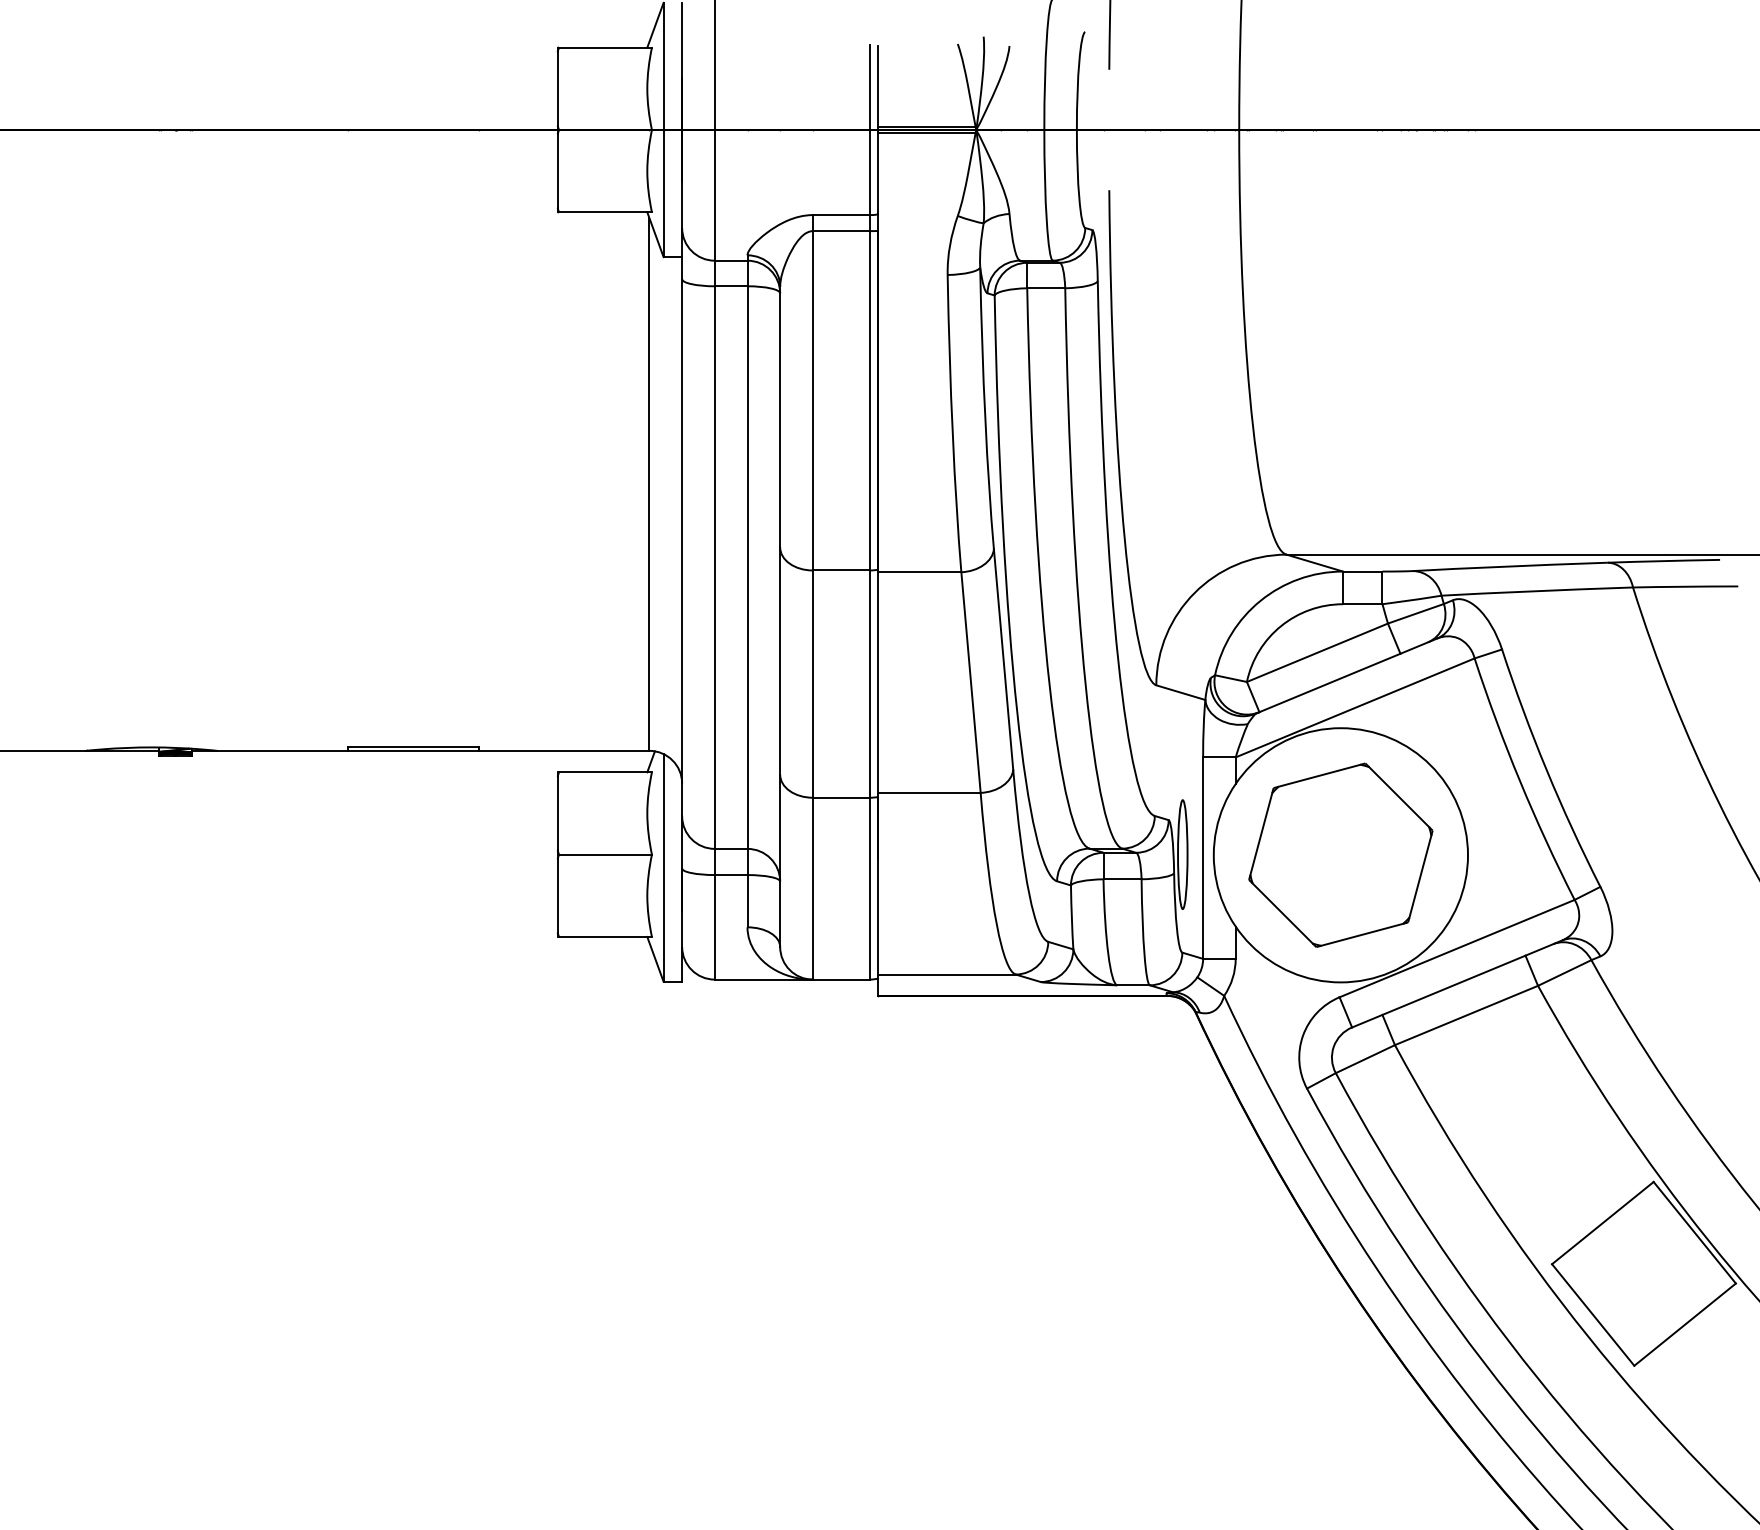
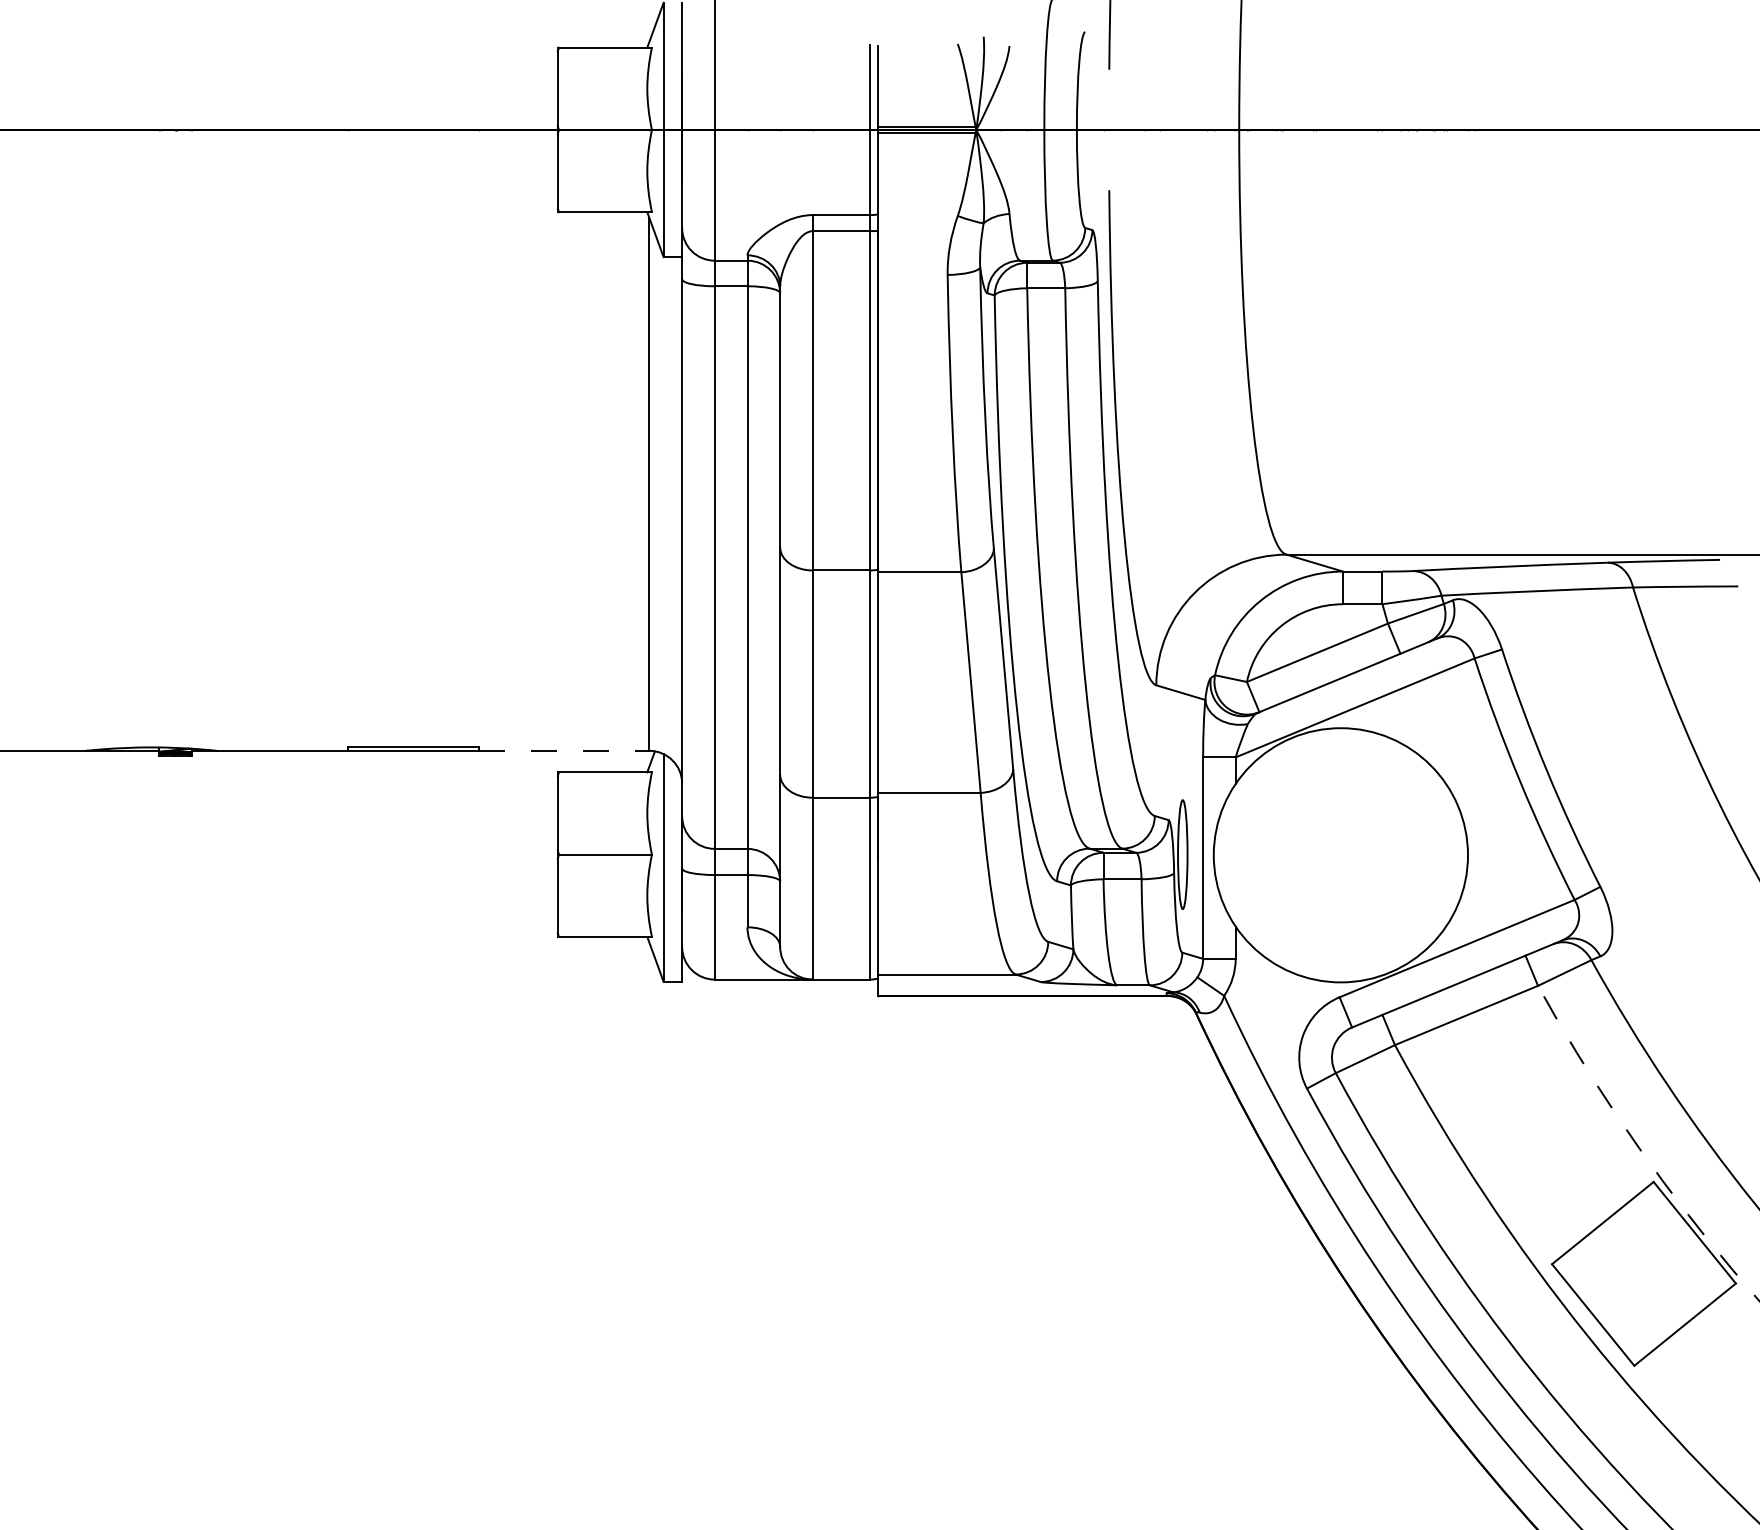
line at (564, 750): solid -> dashed
part at (1340, 854): present -> none
arc at (1640, 1149): solid -> dashed
